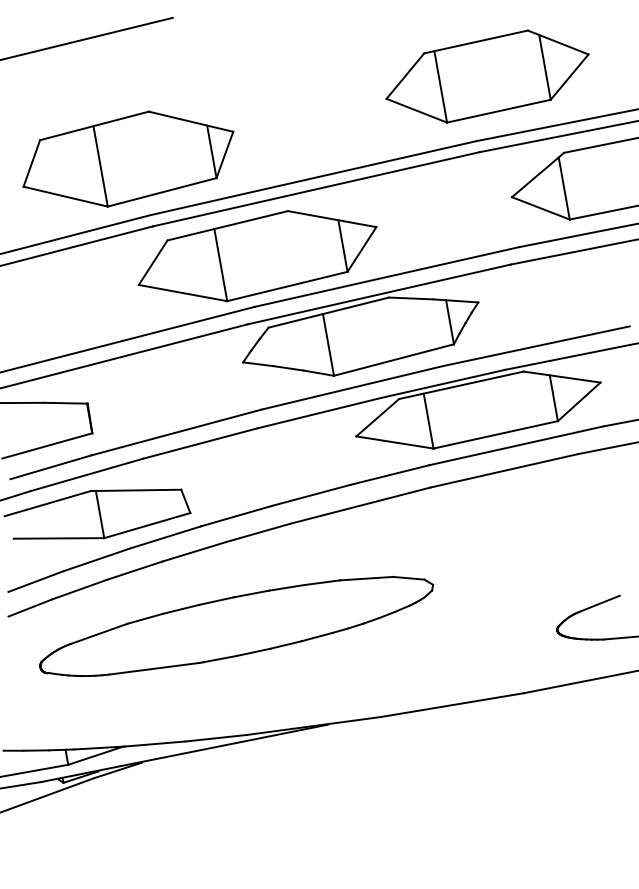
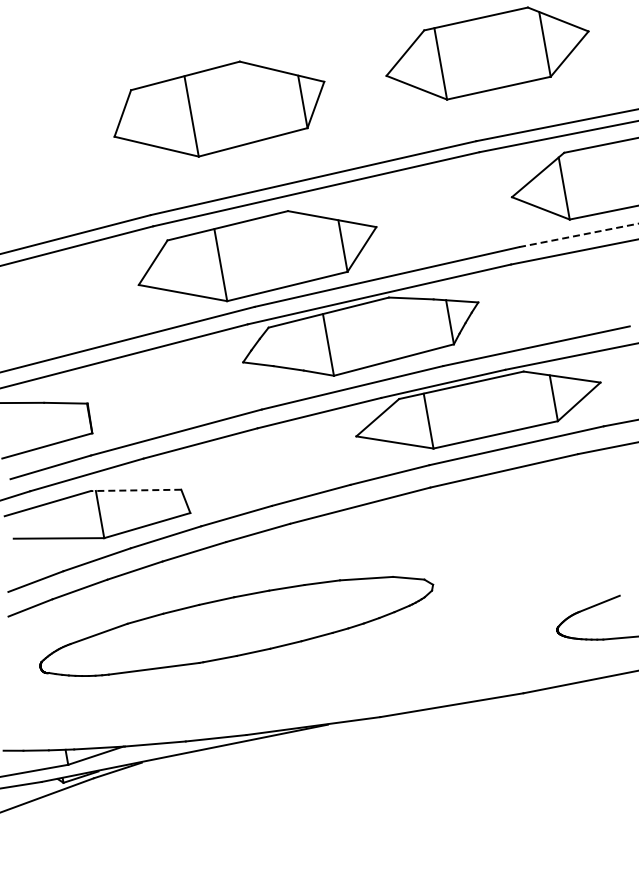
line at (87, 38): present -> none
part at (487, 76) position: (487, 76) -> (487, 53)
part at (128, 158) position: (128, 158) -> (219, 108)
line at (578, 235): solid -> dashed
line at (135, 490): solid -> dashed
